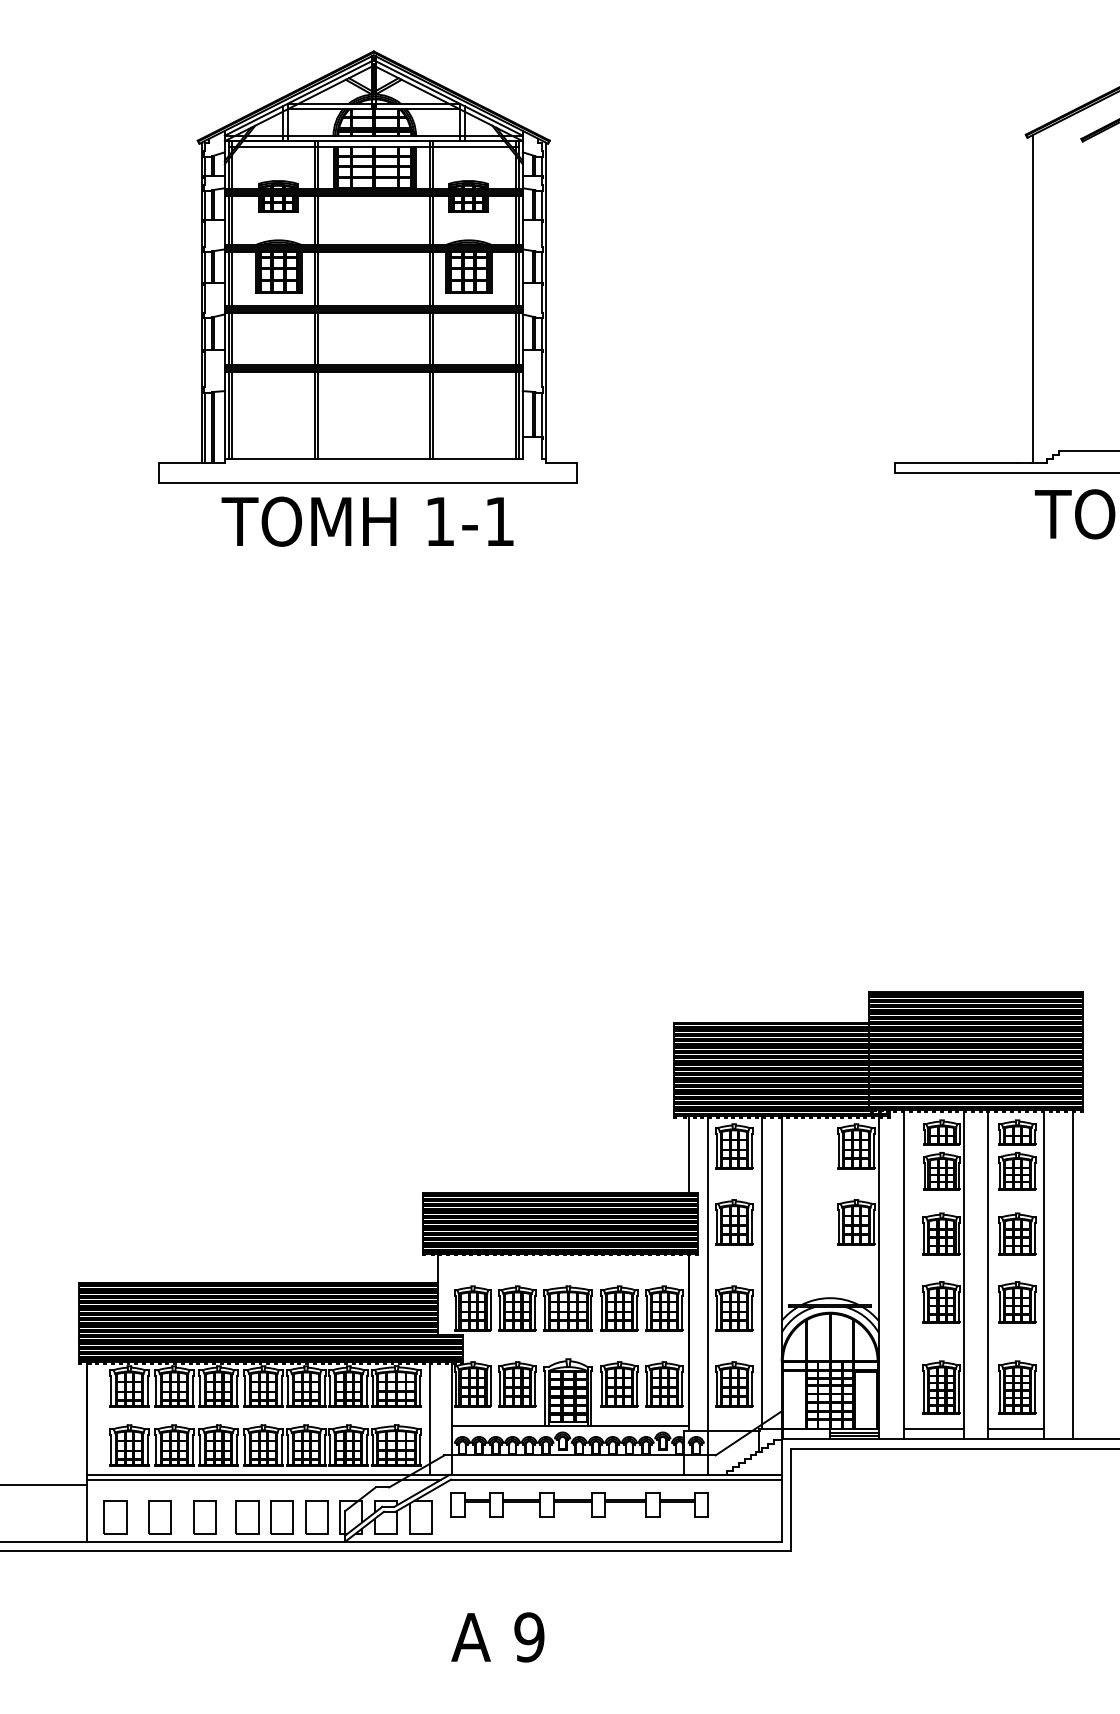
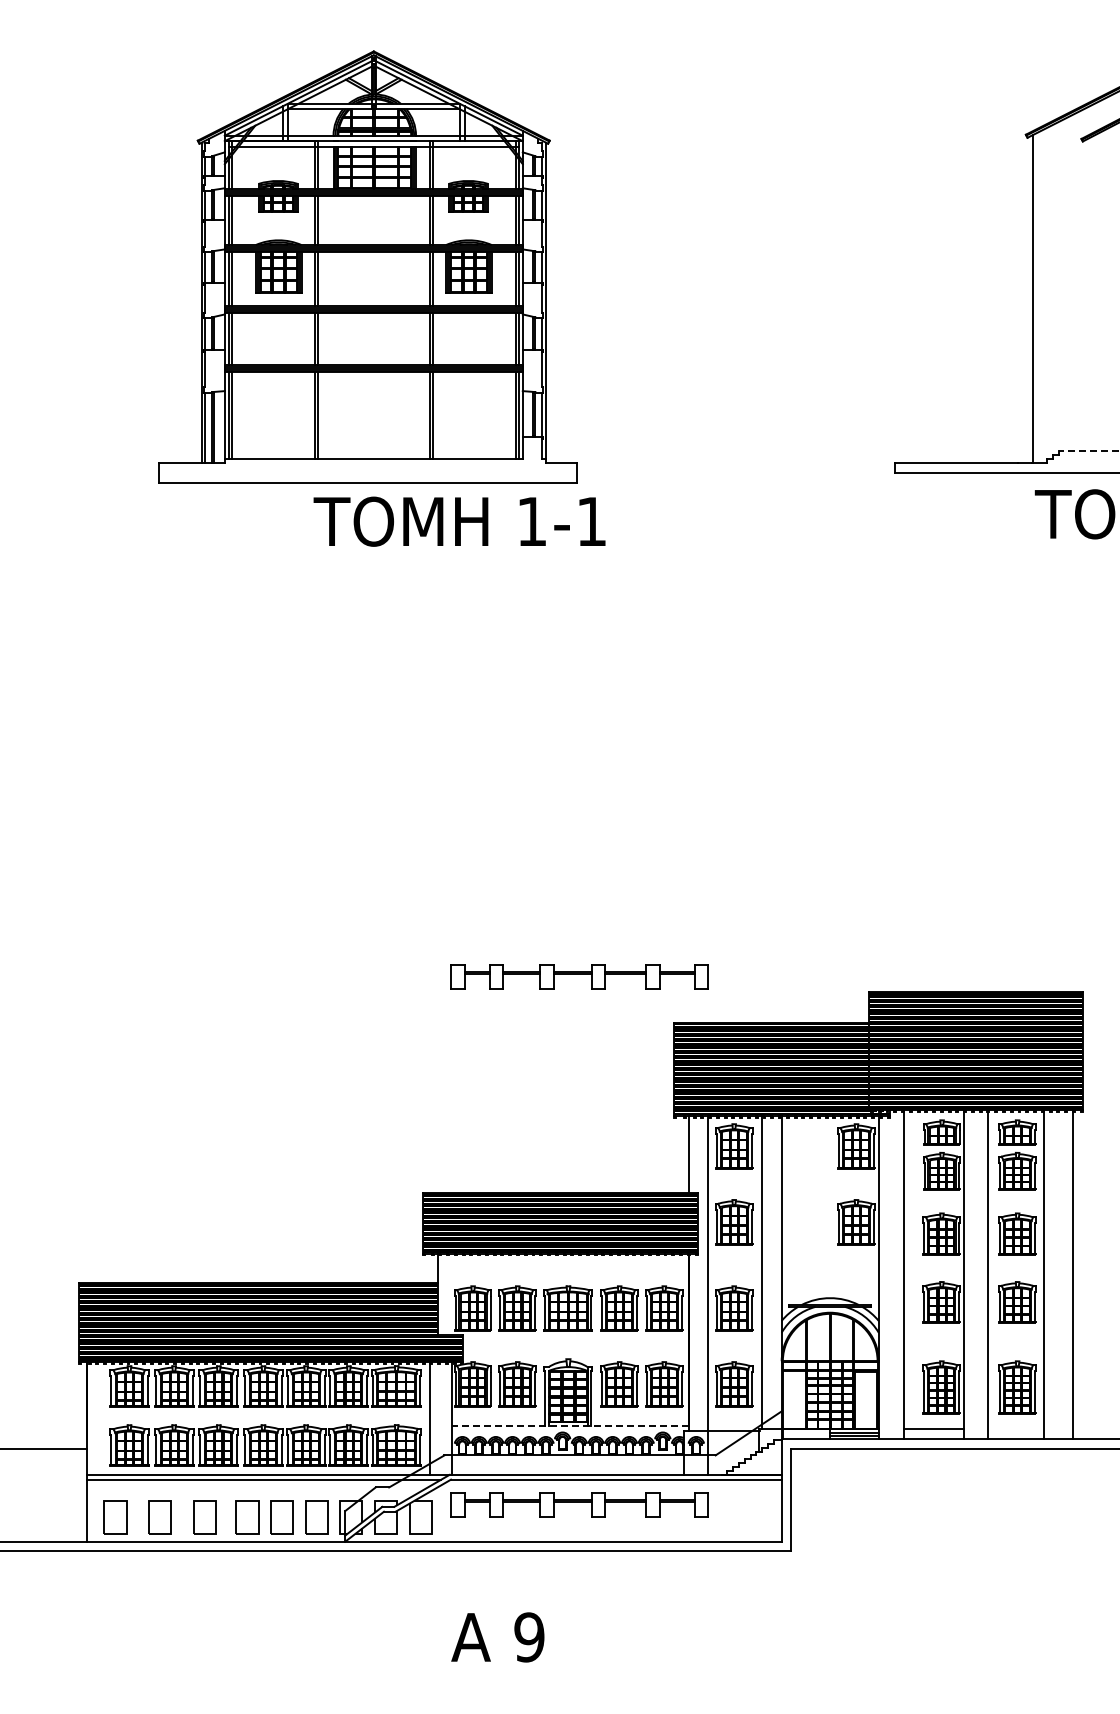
line at (1088, 451): solid -> dashed
text at (367, 521) position: (367, 521) -> (459, 521)
part at (579, 976): none -> present
line at (569, 1426): solid -> dashed
line at (1015, 1429): present -> none
line at (44, 1485) position: (44, 1485) -> (44, 1449)
